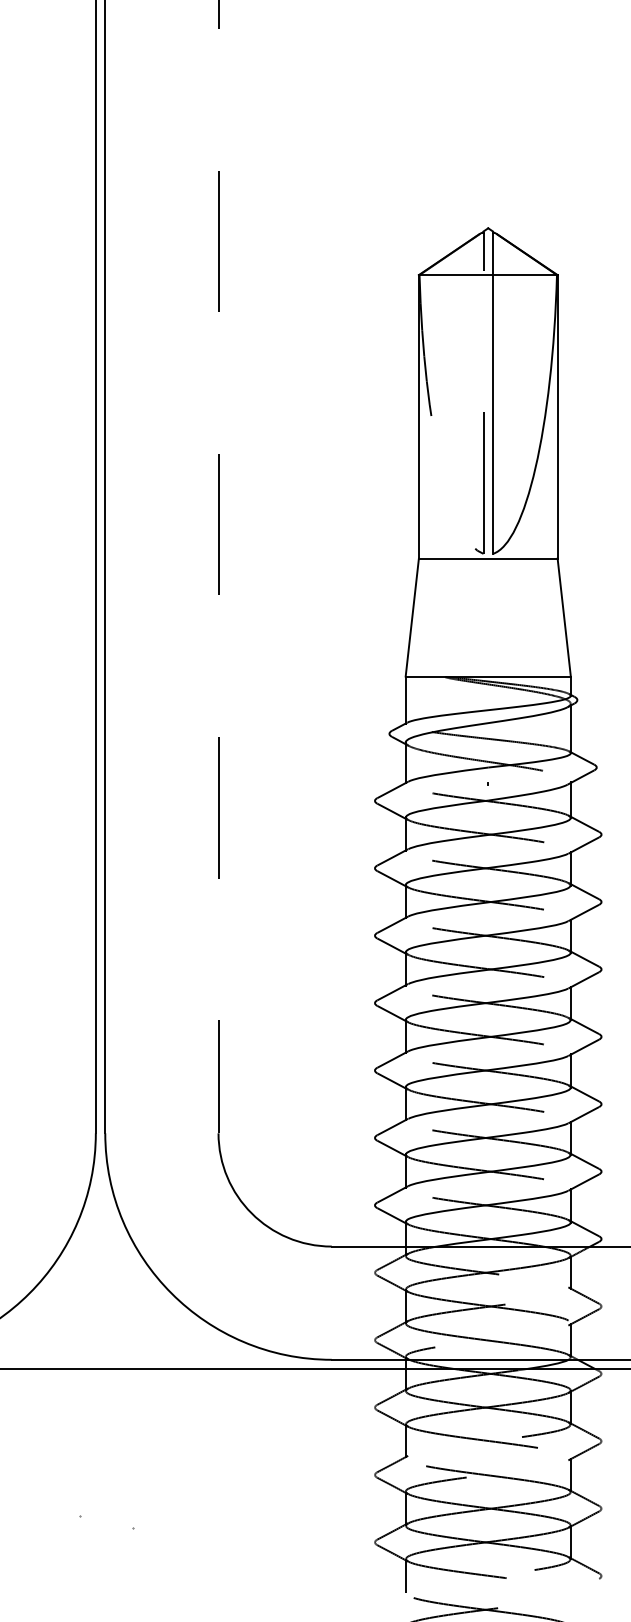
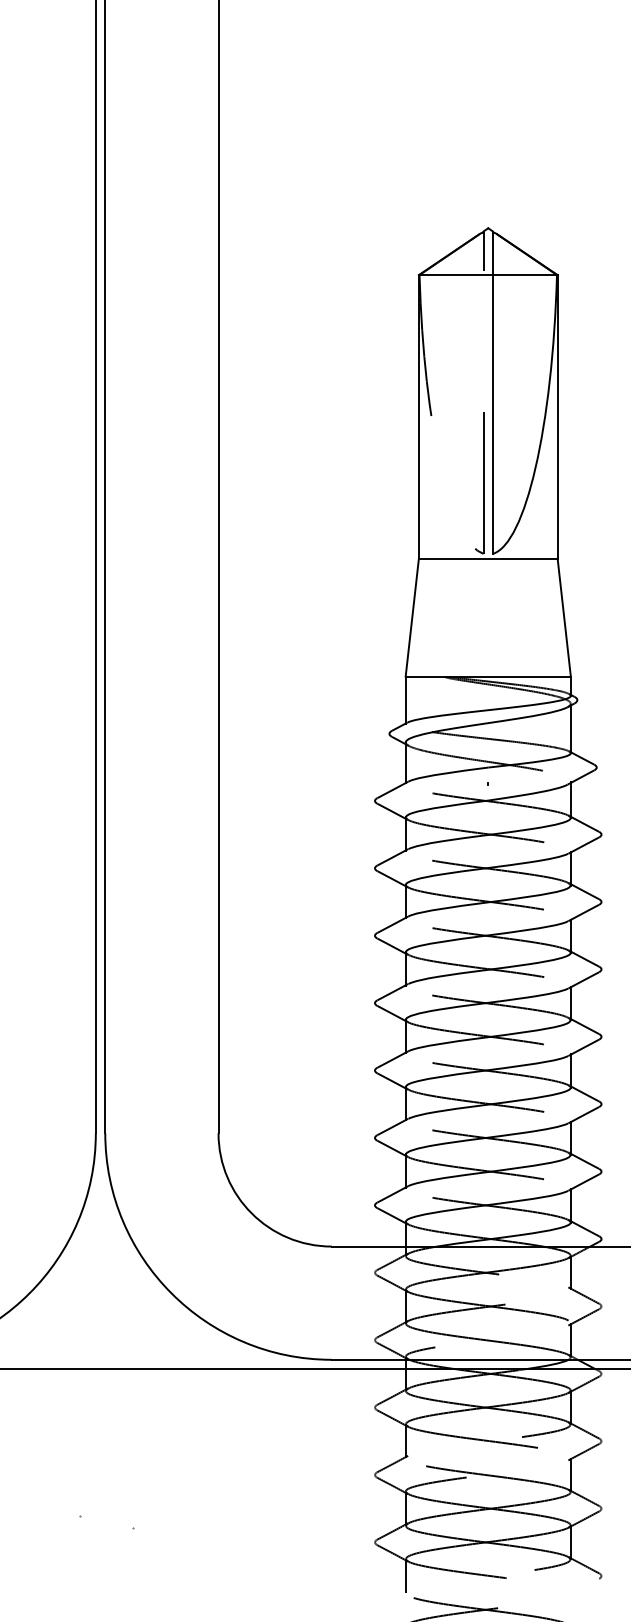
line at (218, 567): dashed -> solid
